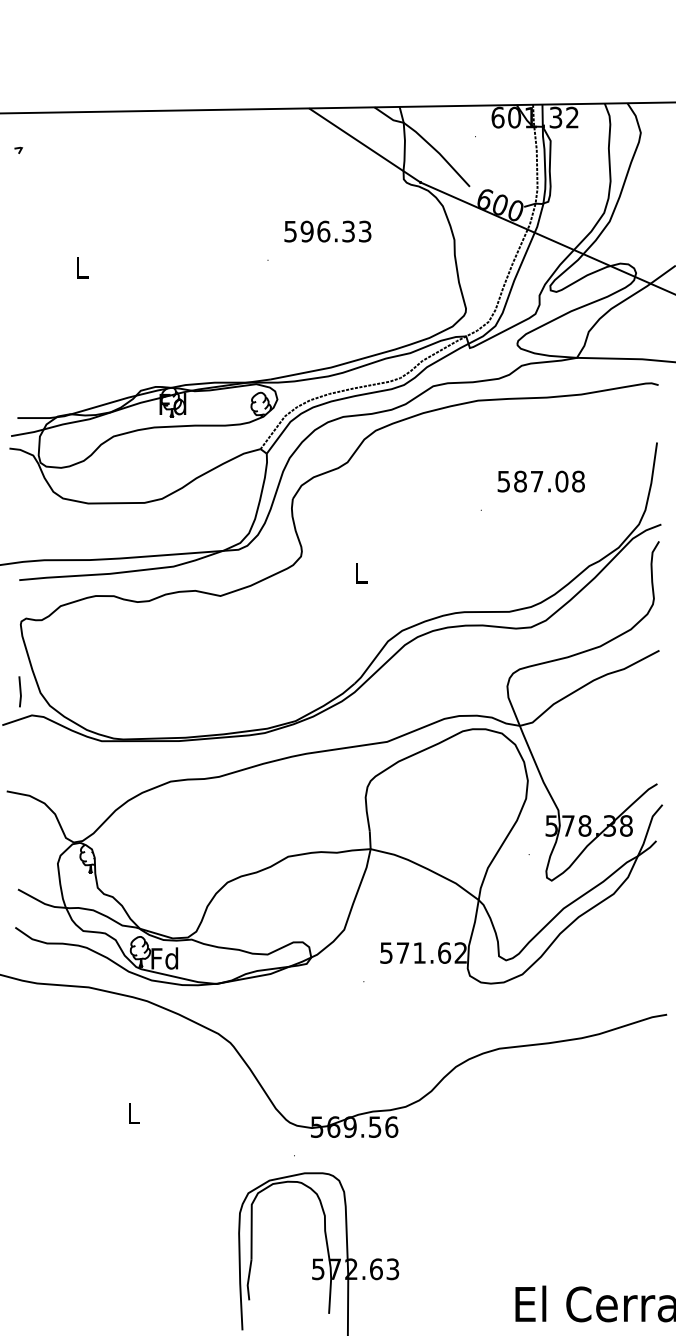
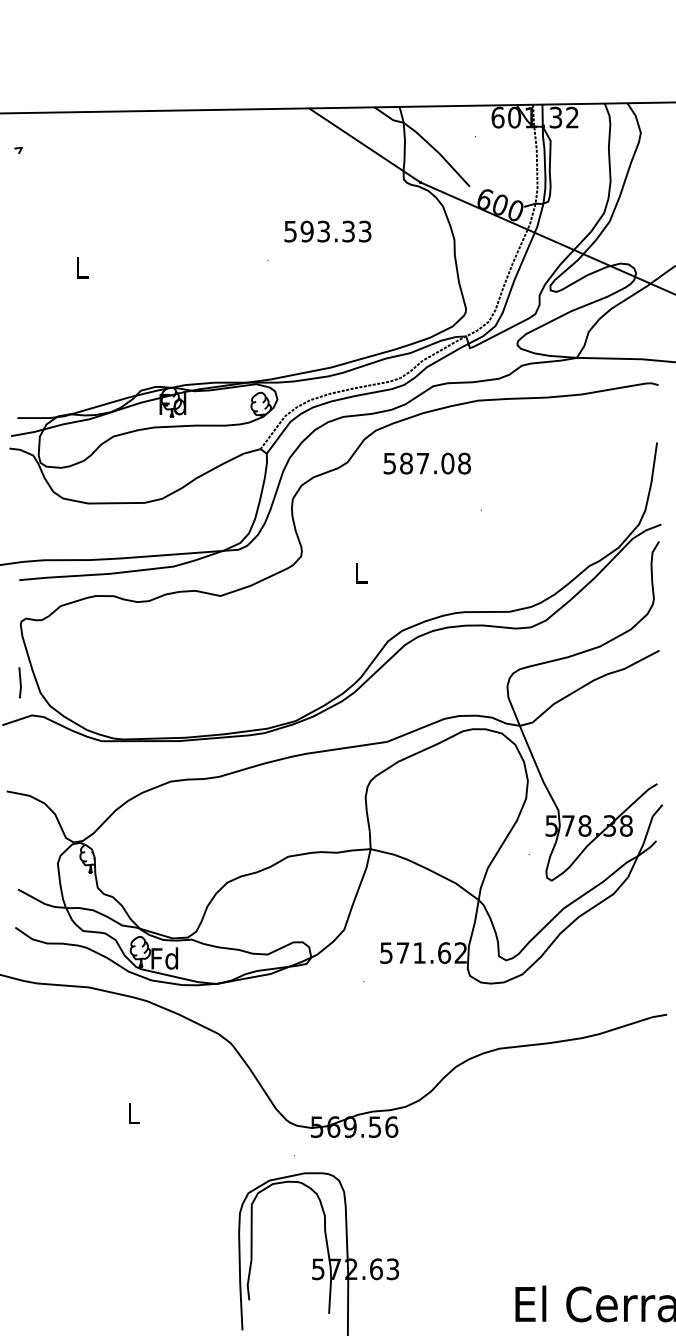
text at (323, 231): 596.33 -> 593.33
text at (540, 481) position: (540, 481) -> (426, 463)
line at (19, 691) position: (19, 691) -> (19, 682)
